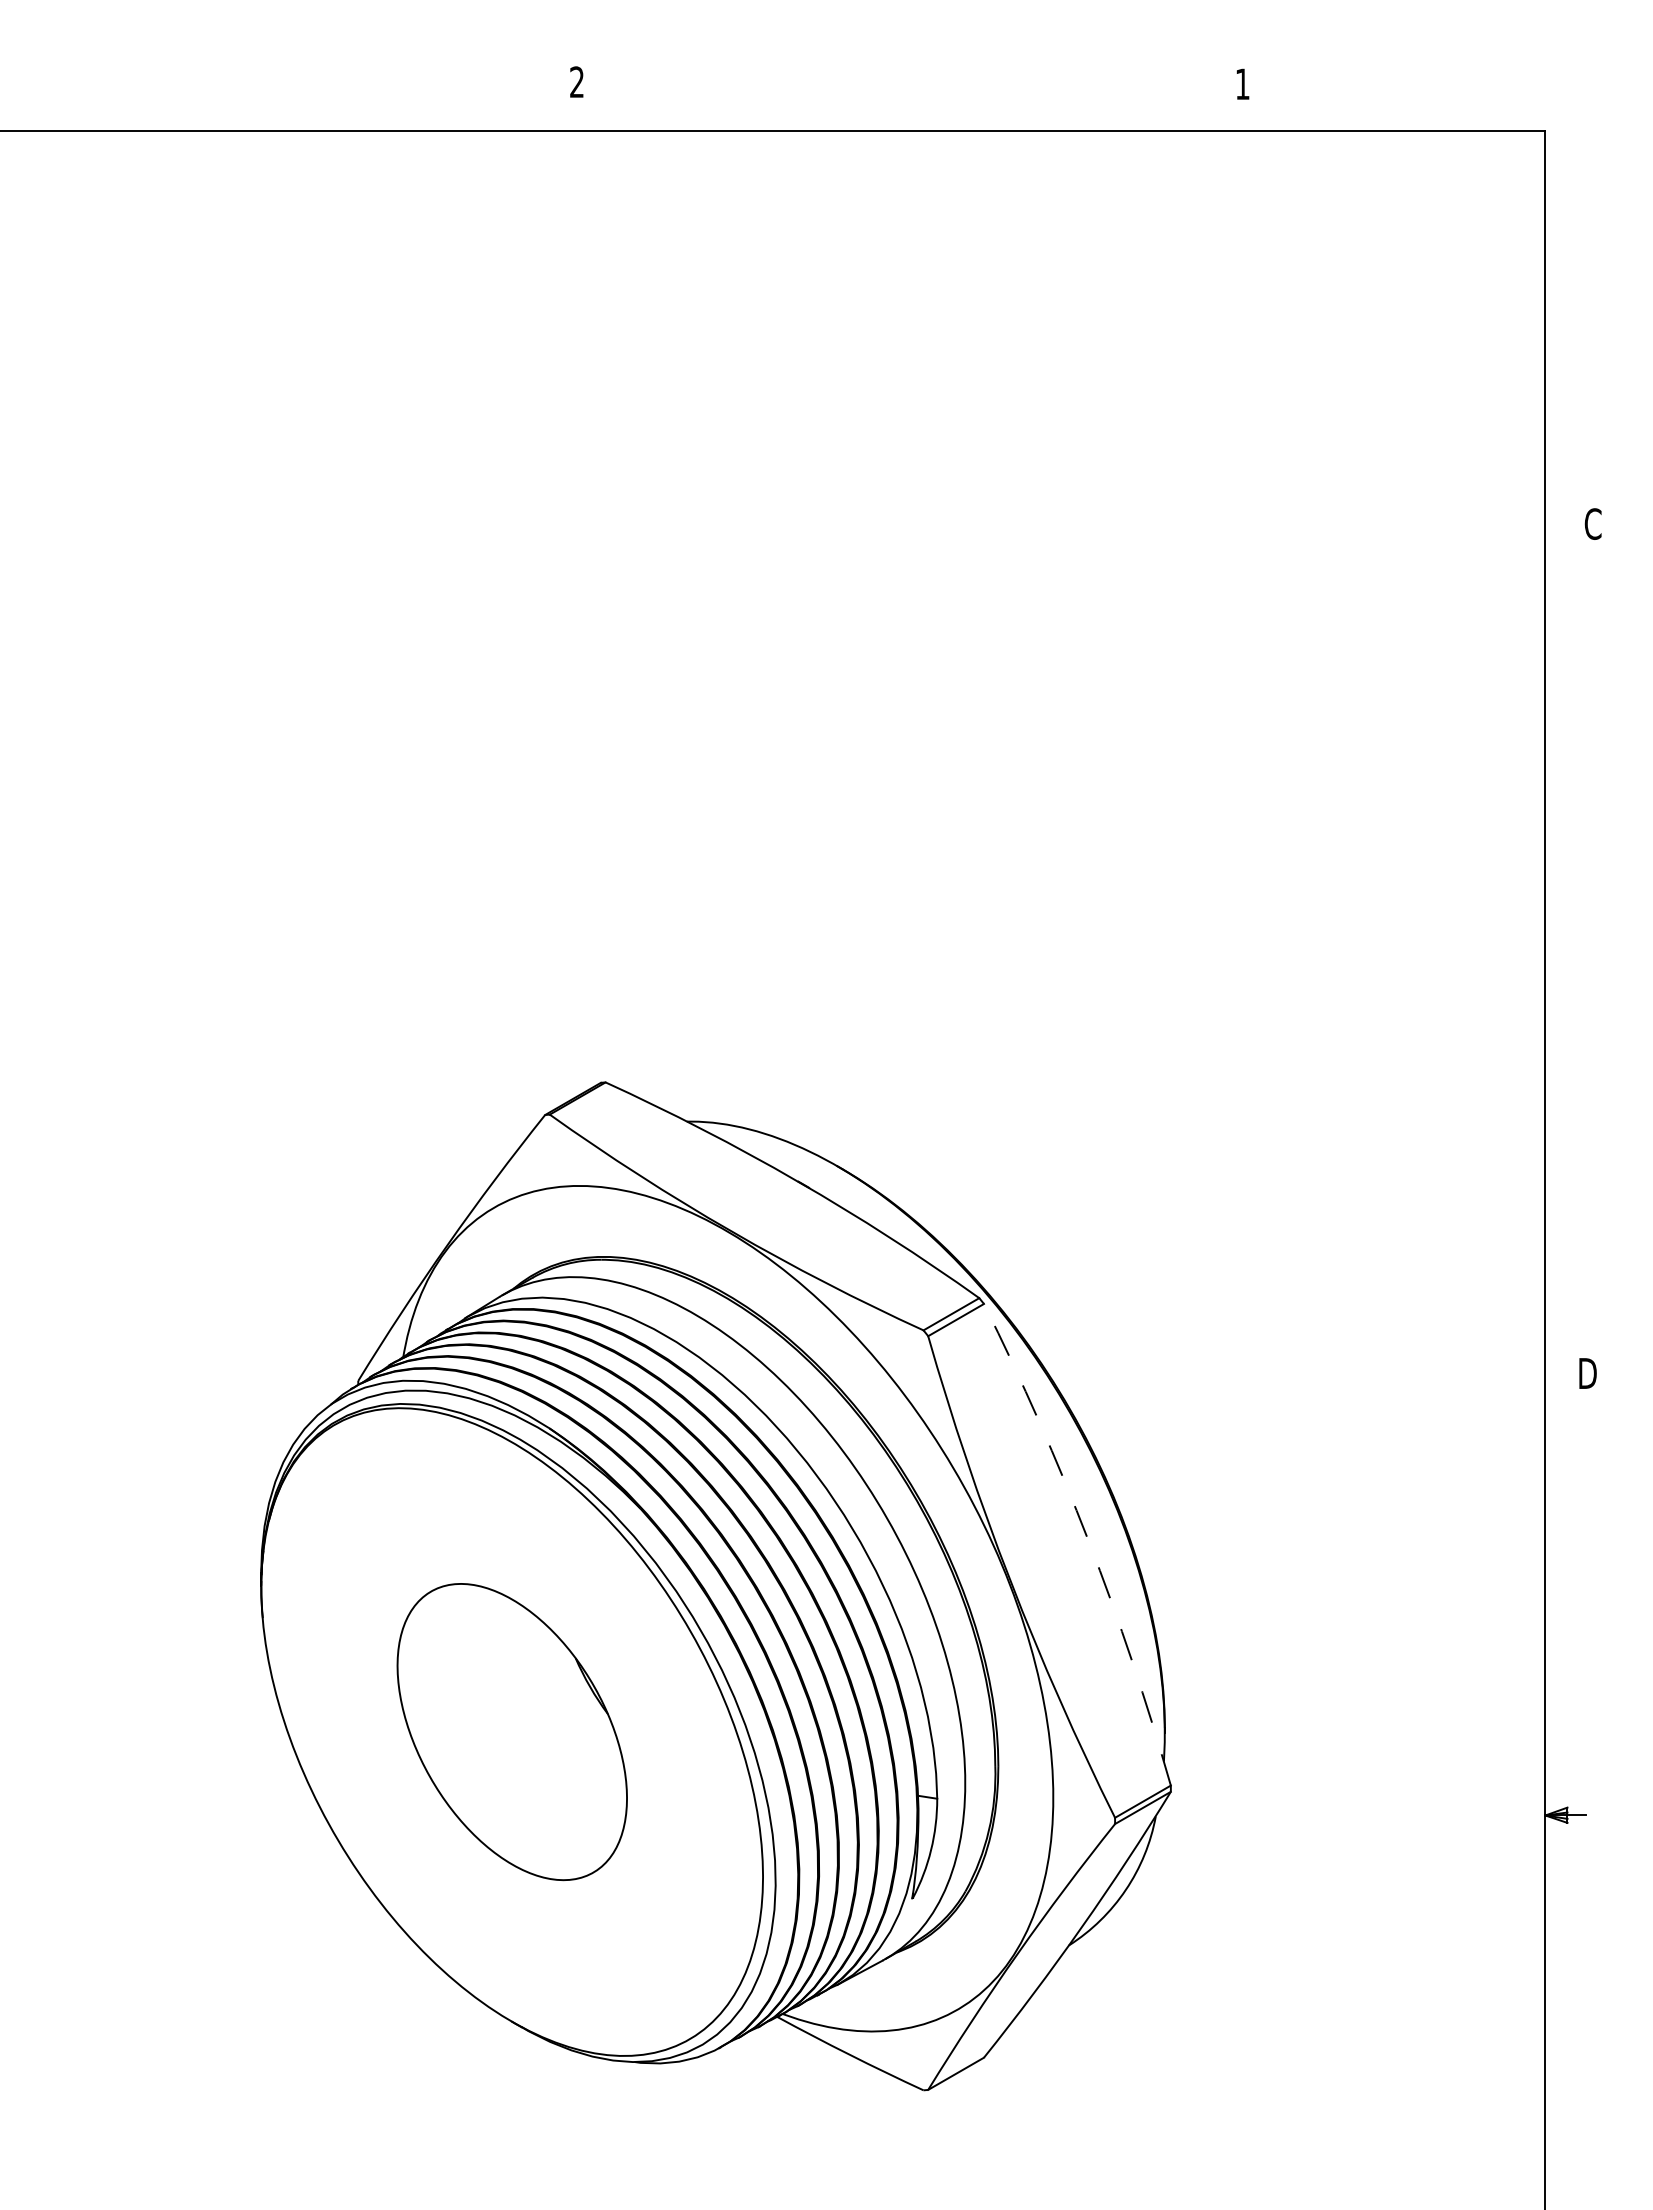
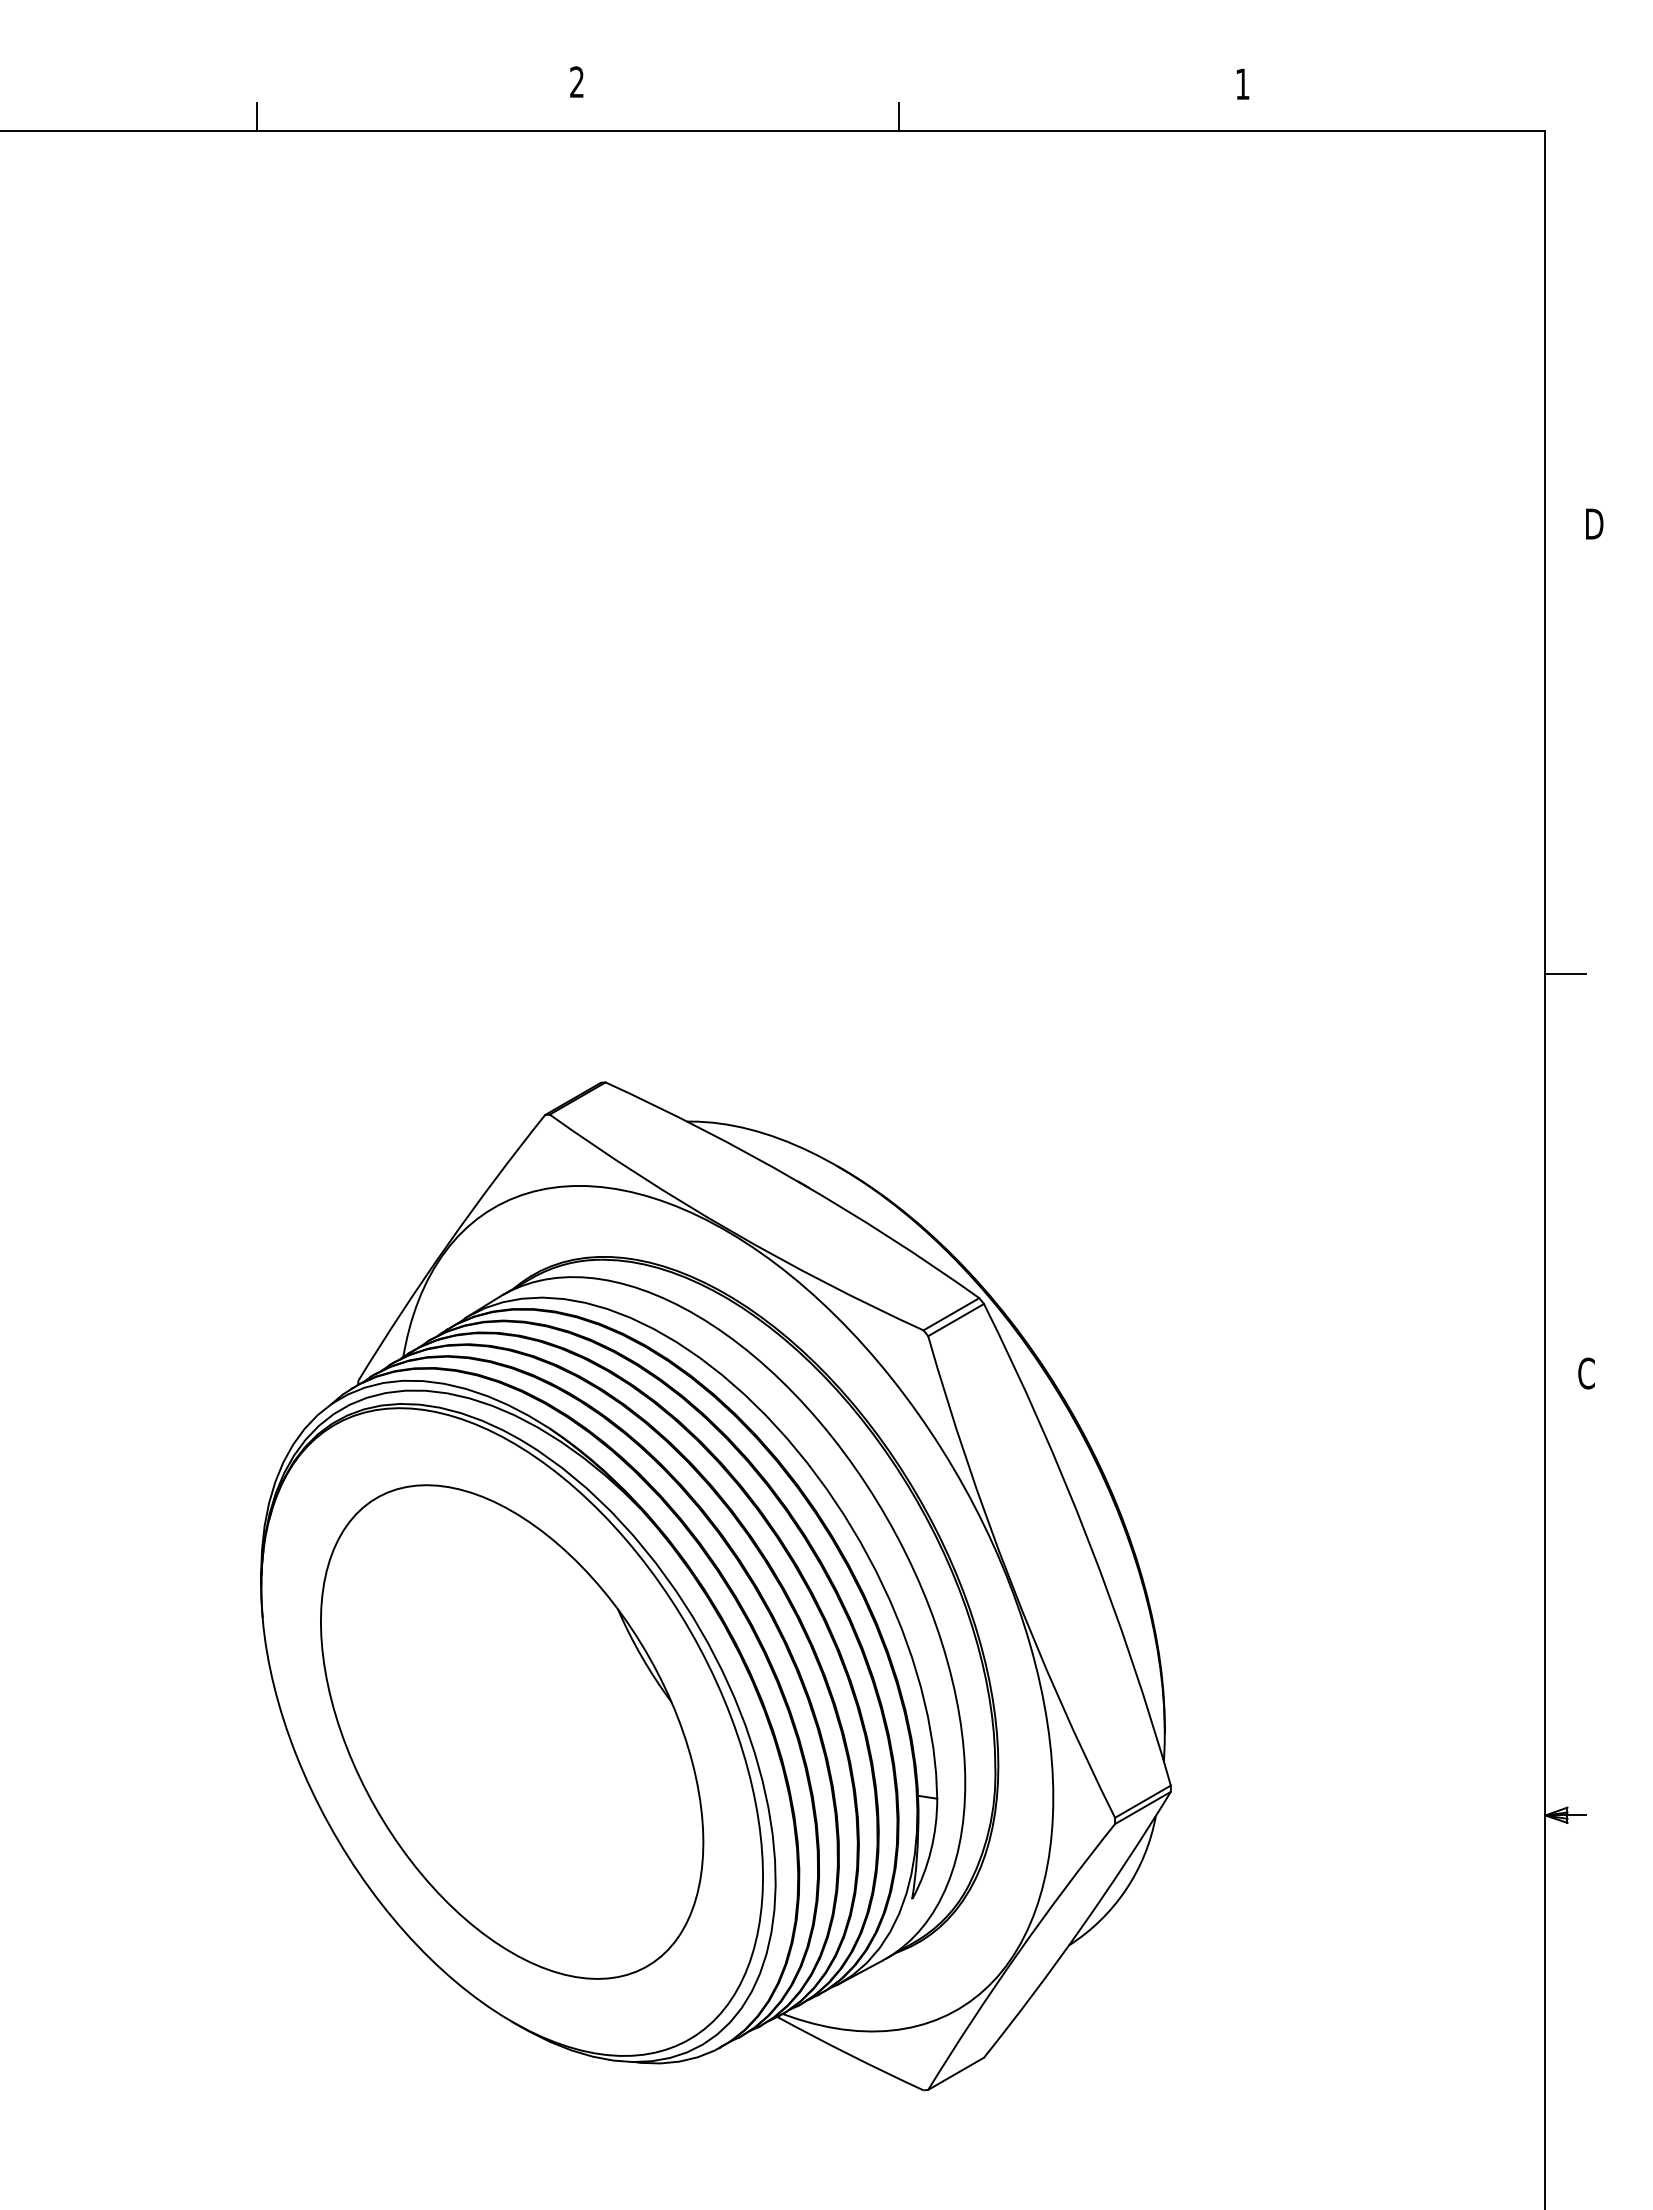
line at (256, 116): none -> present
line at (898, 116): none -> present
text at (1593, 523): C -> D
line at (1565, 973): none -> present
text at (1587, 1373): D -> C
arc at (1088, 1540): dashed -> solid
part at (511, 1732) size: 232x299 px -> 385x496 px
